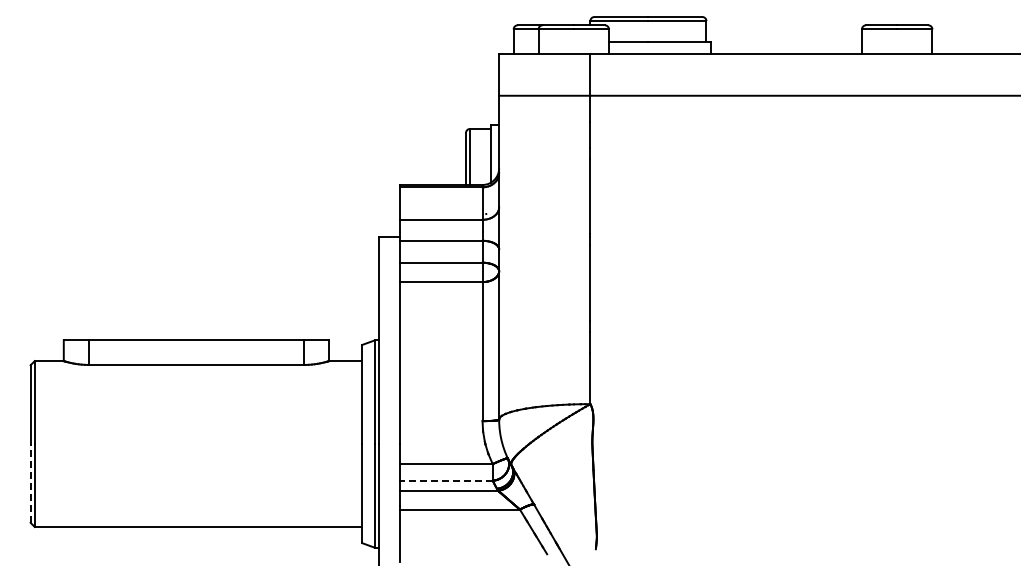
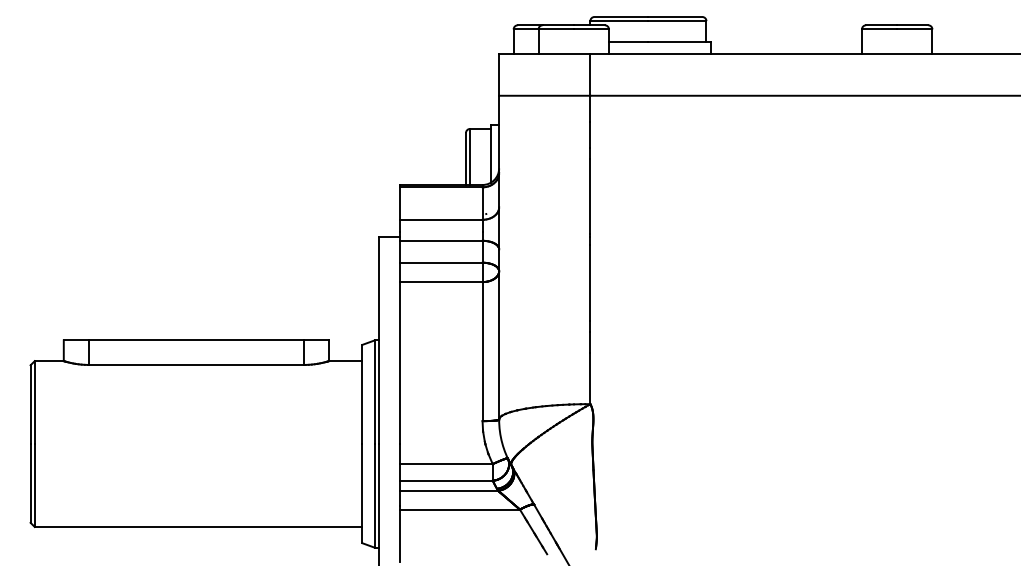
line at (446, 480): dashed -> solid
line at (30, 482): dashed -> solid
